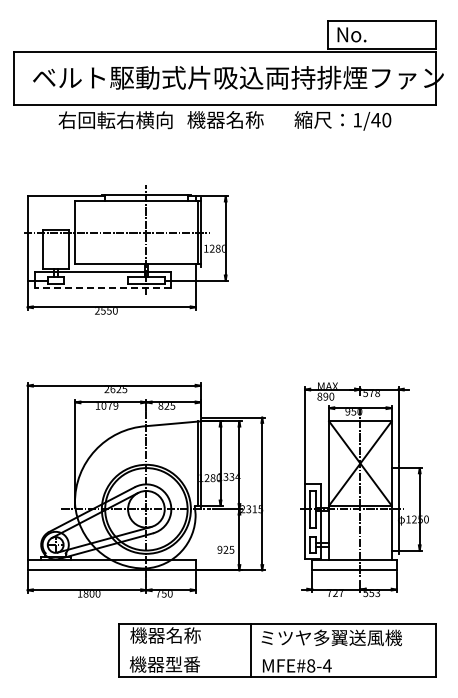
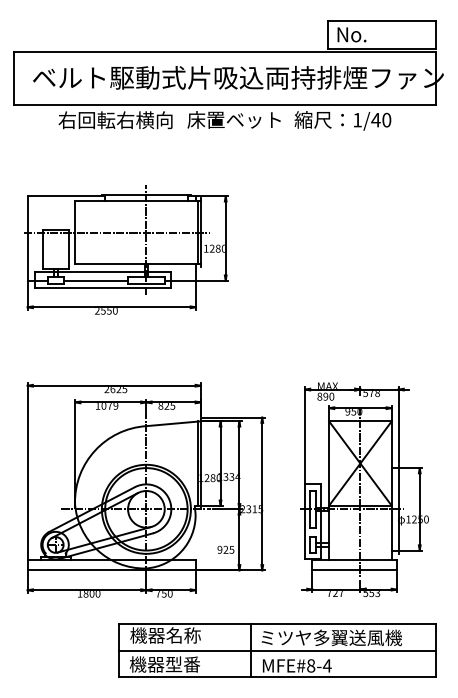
text at (233, 119): 機器名称 -> 床置ベット
line at (95, 280): none -> present
line at (102, 288): dashed -> solid
line at (277, 650): none -> present
